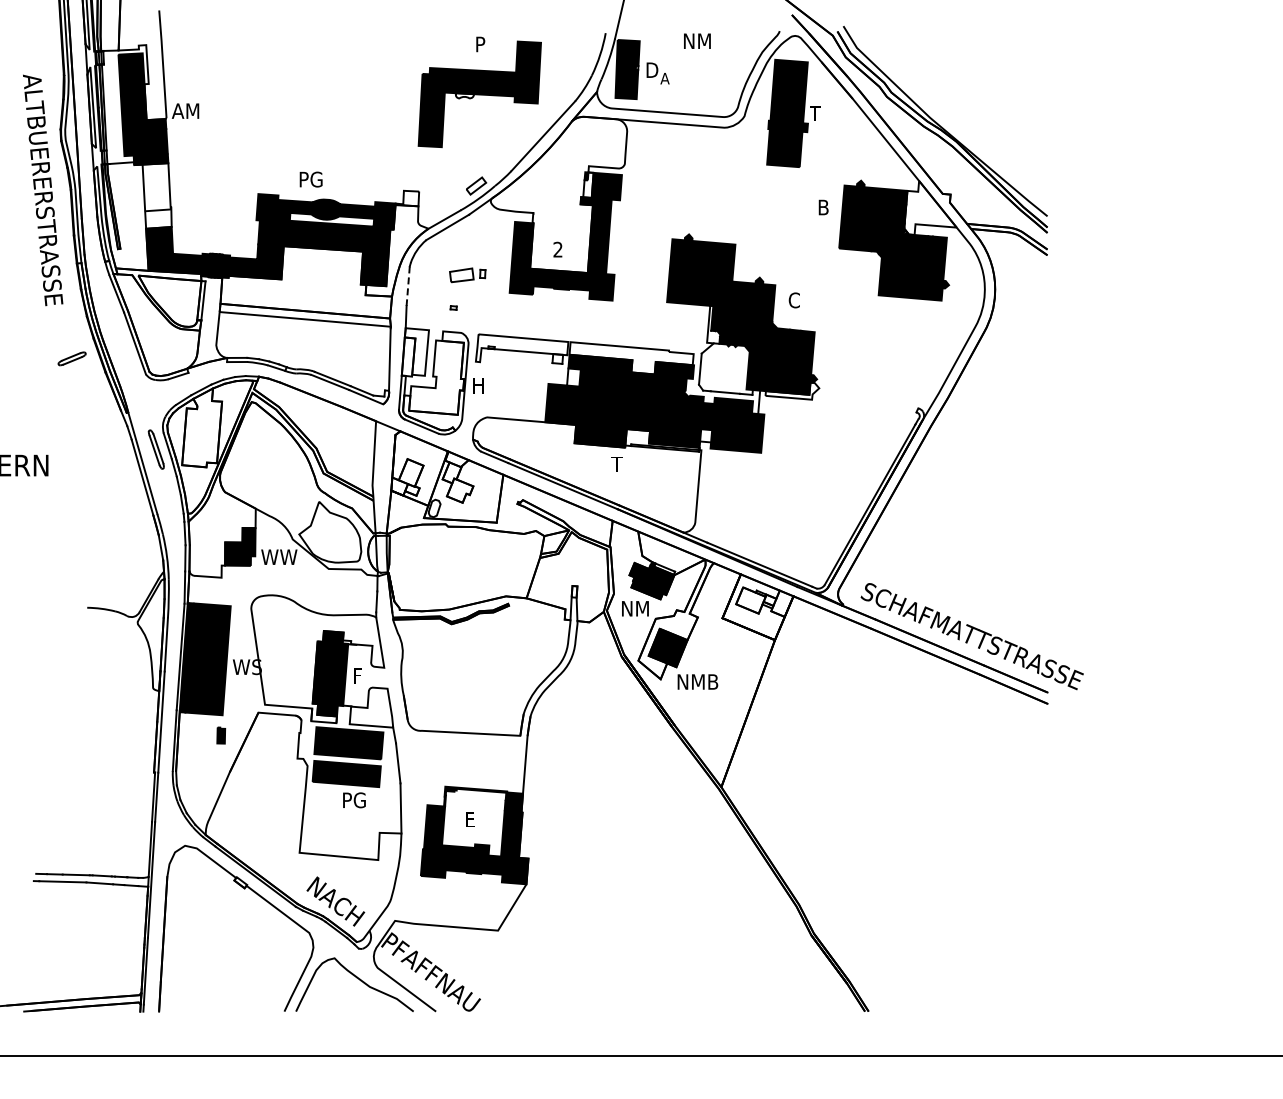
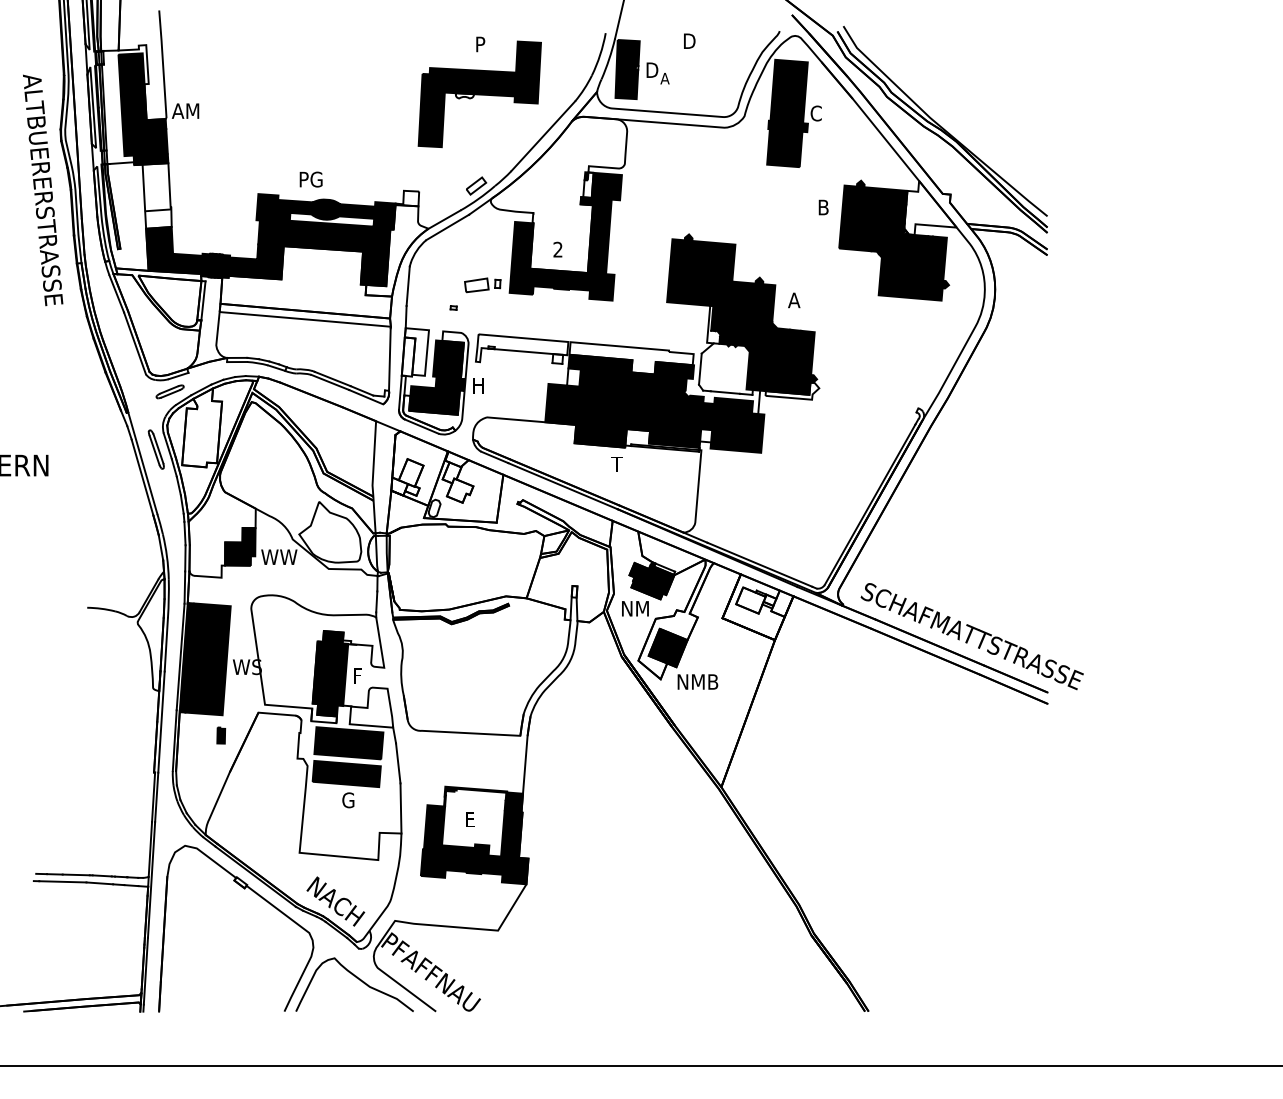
text at (697, 40): NM -> D
text at (815, 113): T -> C
part at (467, 275) position: (467, 275) -> (482, 285)
line at (408, 286): dashed -> solid
text at (794, 300): C -> A
part at (71, 358) position: (71, 358) -> (169, 391)
fill at (436, 377): none -> present
text at (353, 800): PG -> G
line at (640, 1055) position: (640, 1055) -> (640, 1065)
